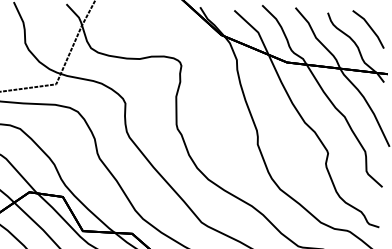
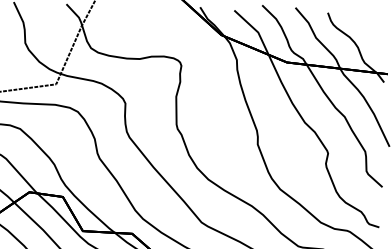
line at (370, 29): present -> none
